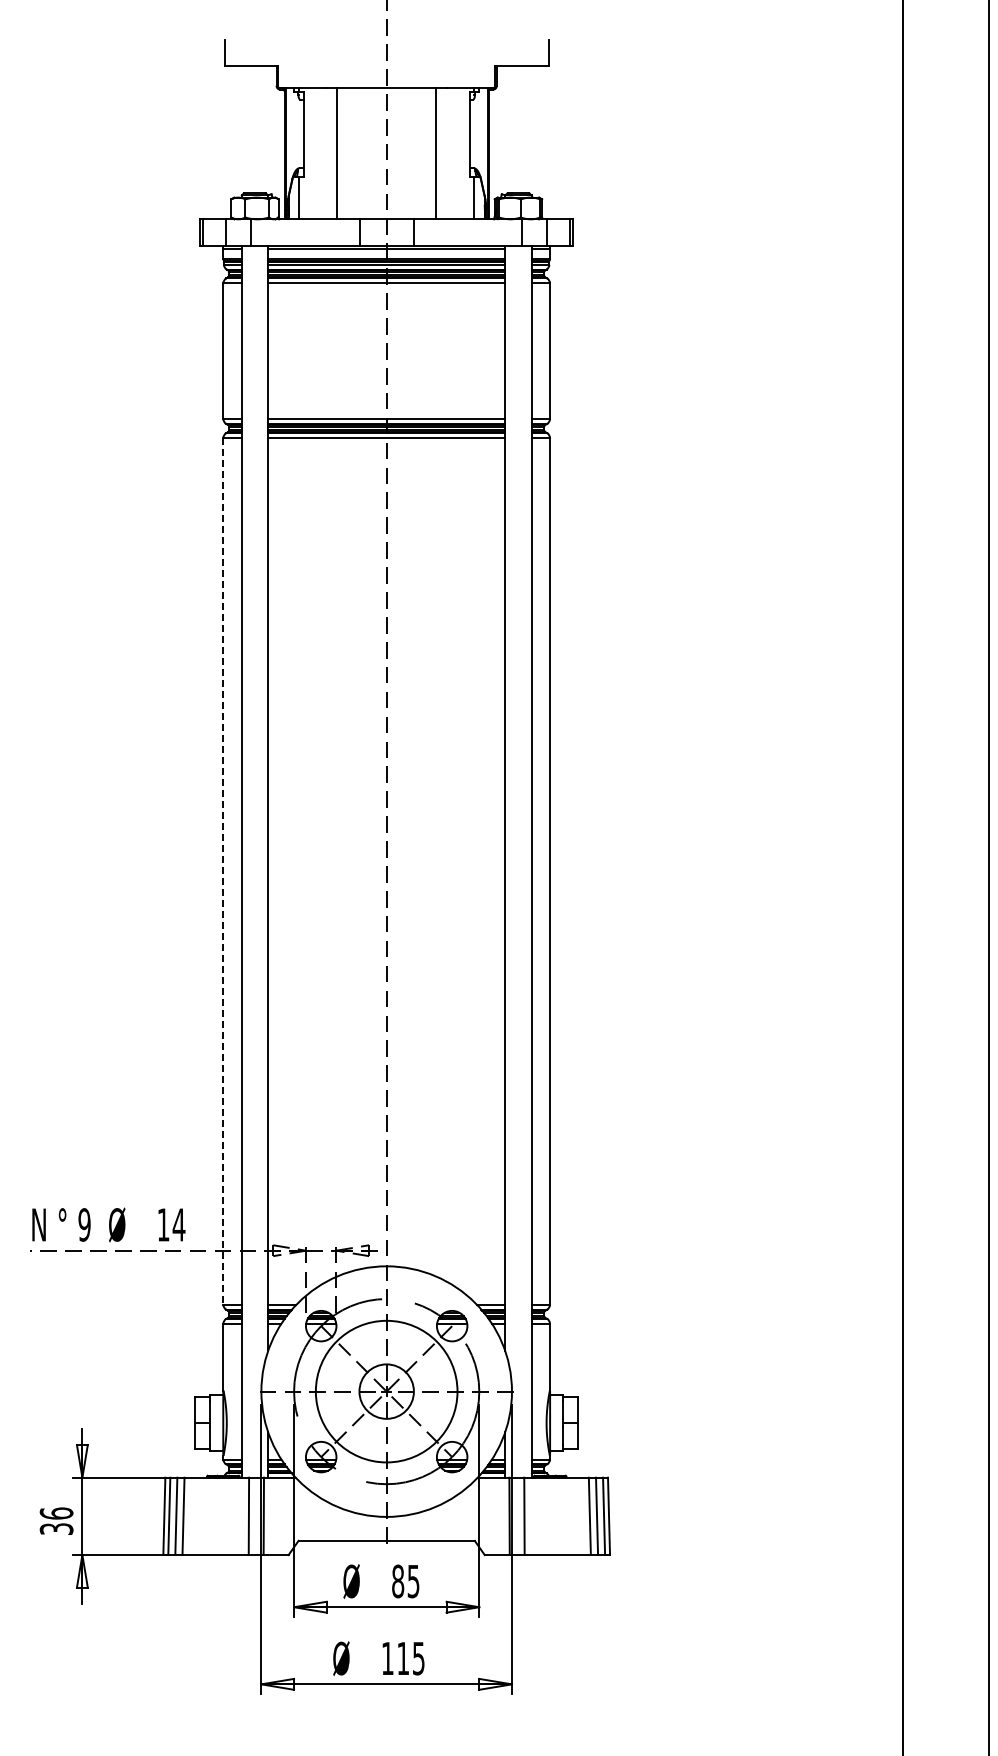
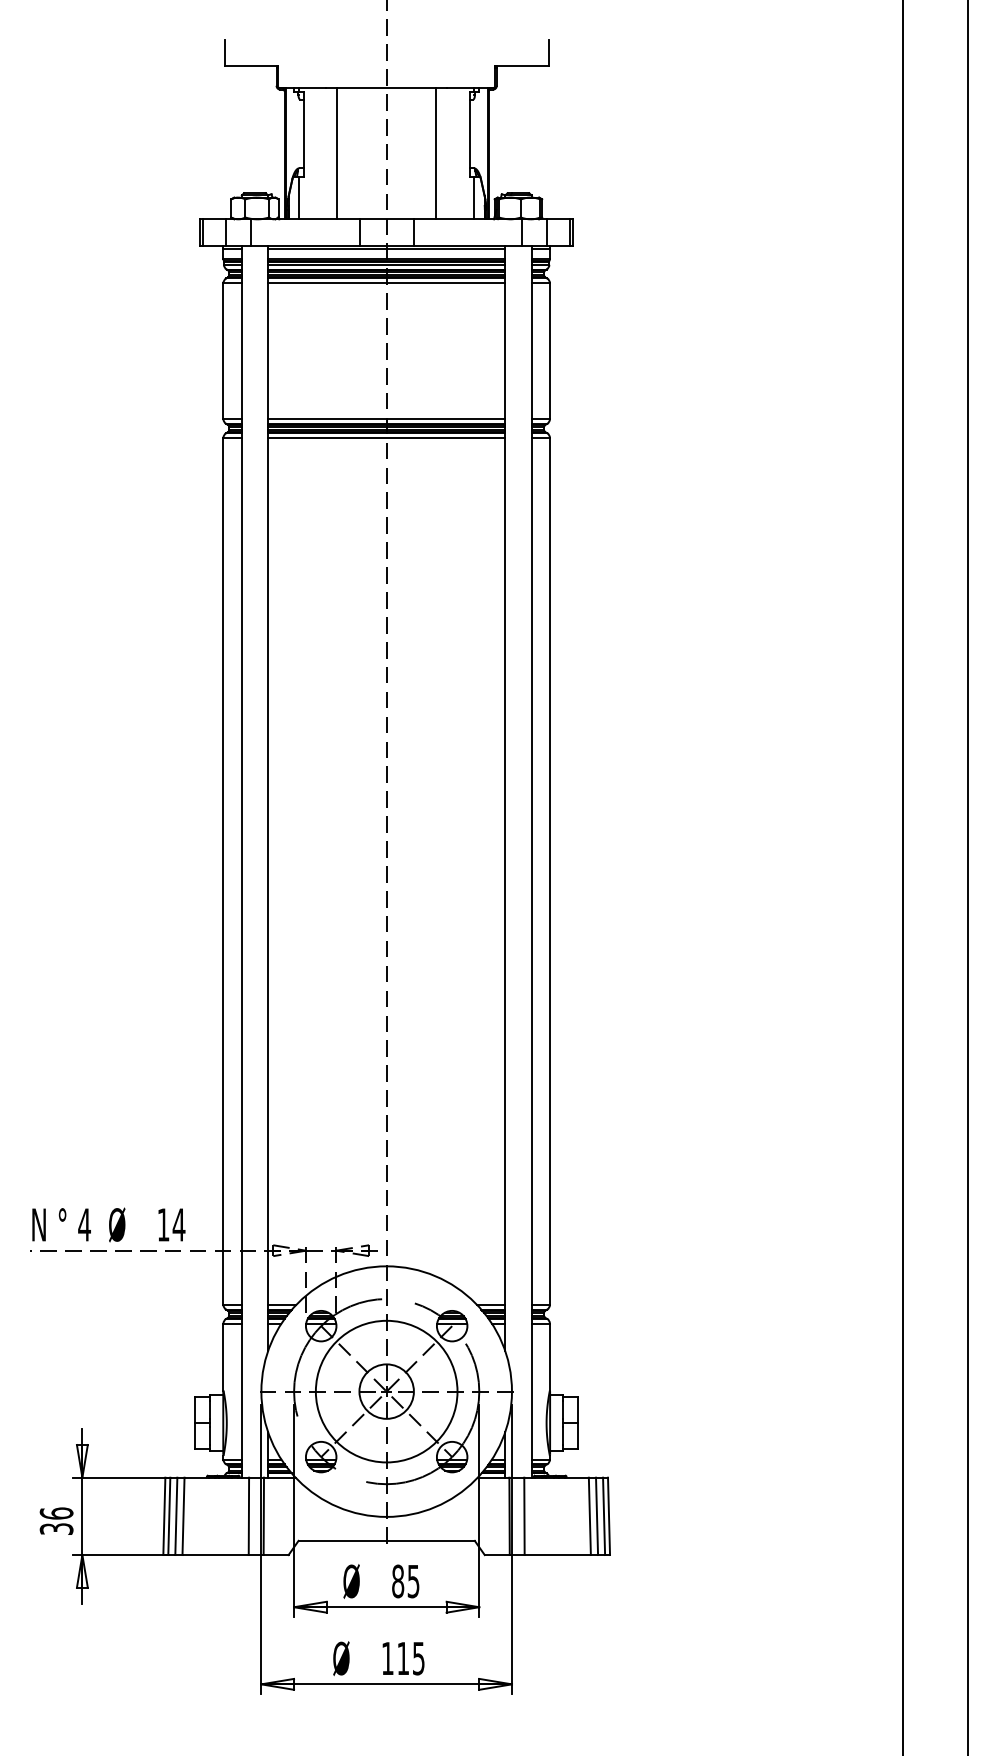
line at (223, 871): dashed -> solid
line at (989, 877) position: (989, 877) -> (968, 877)
text at (84, 1224): 9 -> 4
